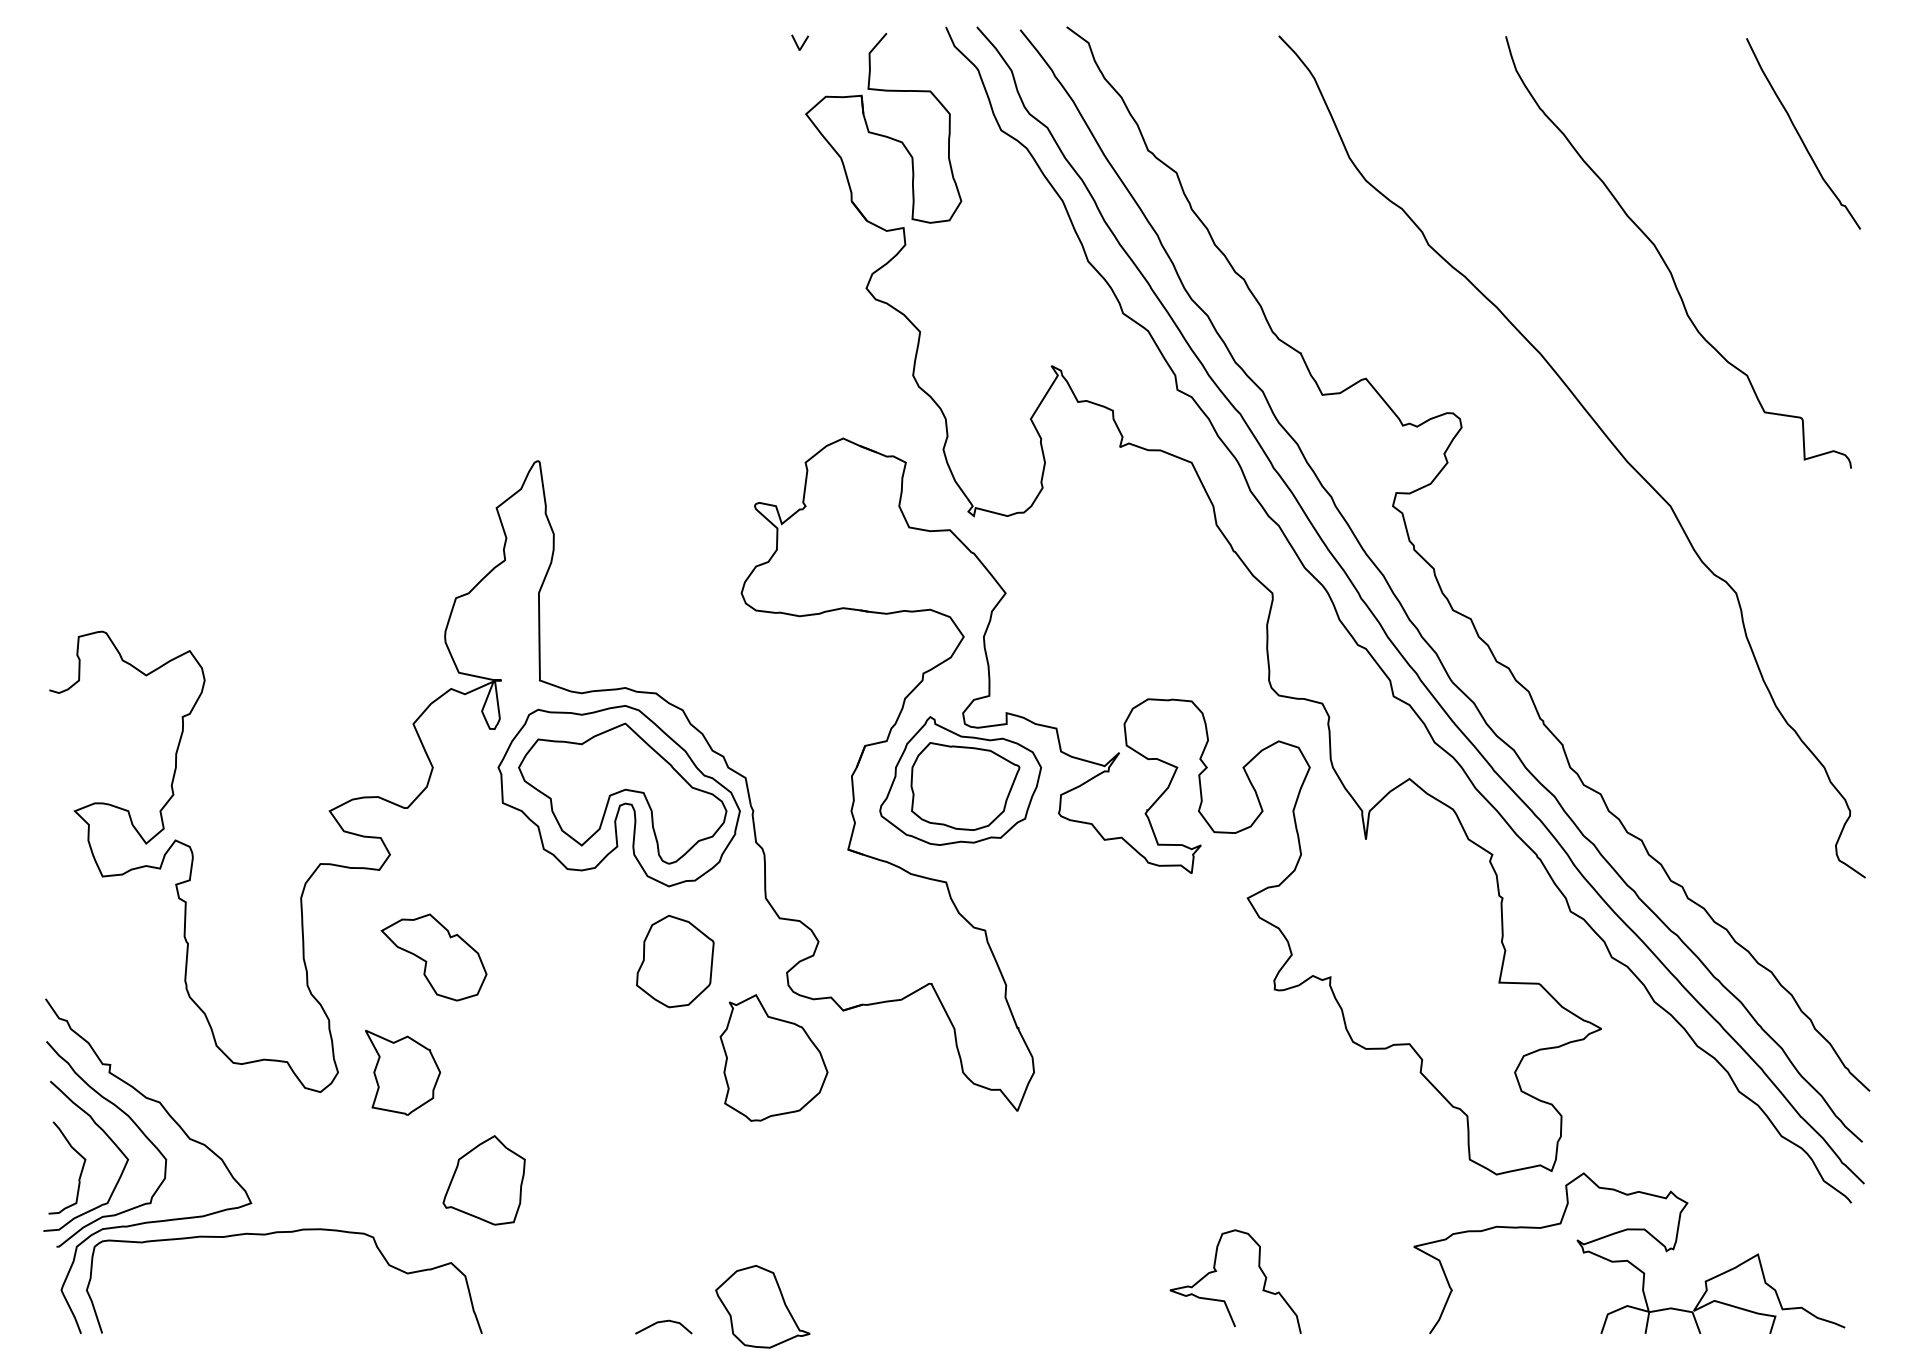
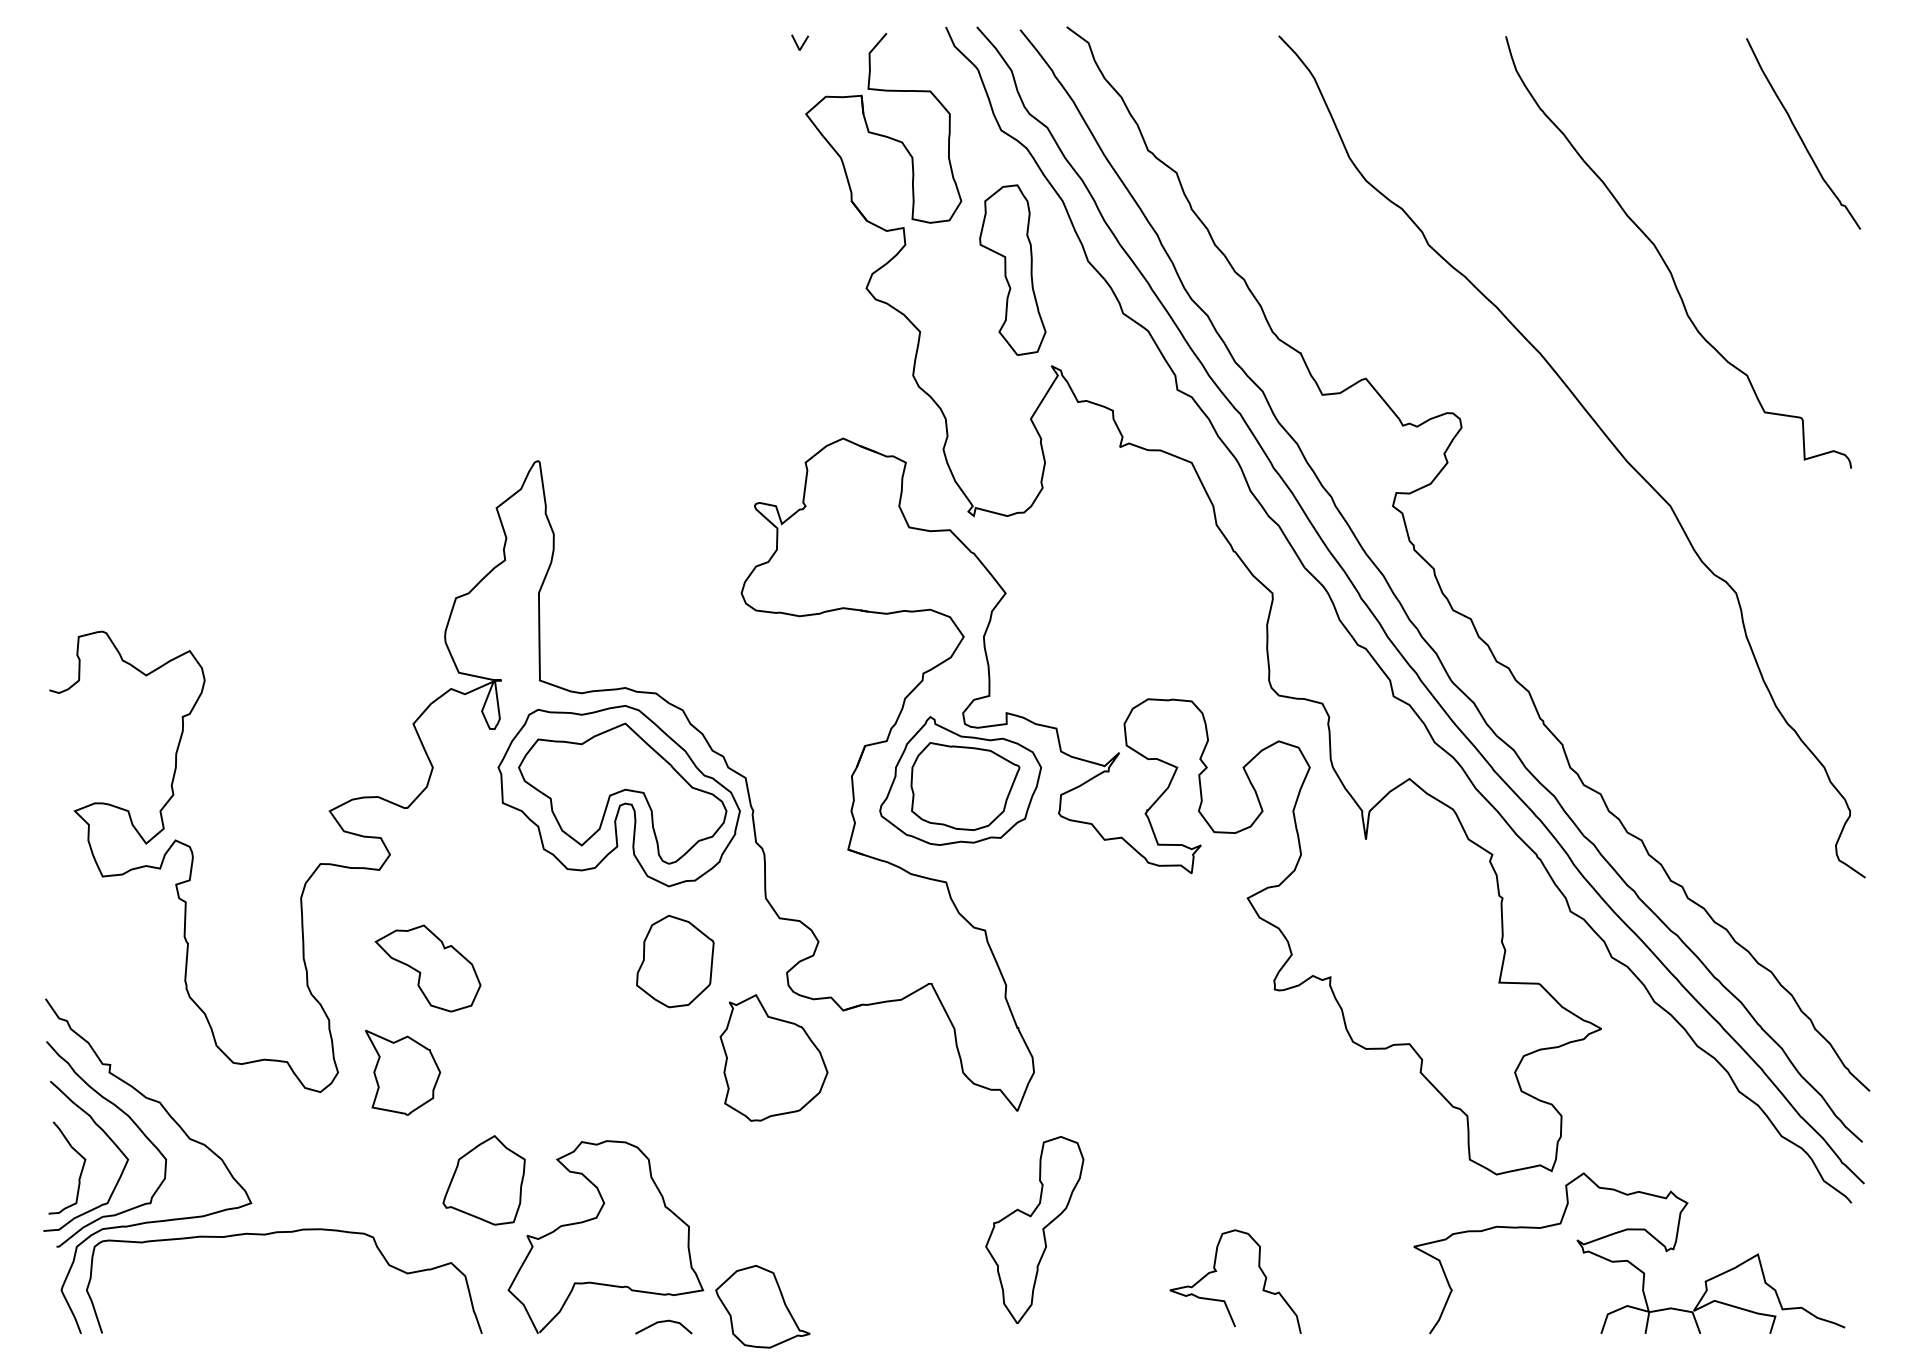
part at (1012, 269): none -> present
part at (433, 957) position: (433, 957) -> (427, 968)
curve at (597, 1218): none -> present
part at (1034, 1229): none -> present
